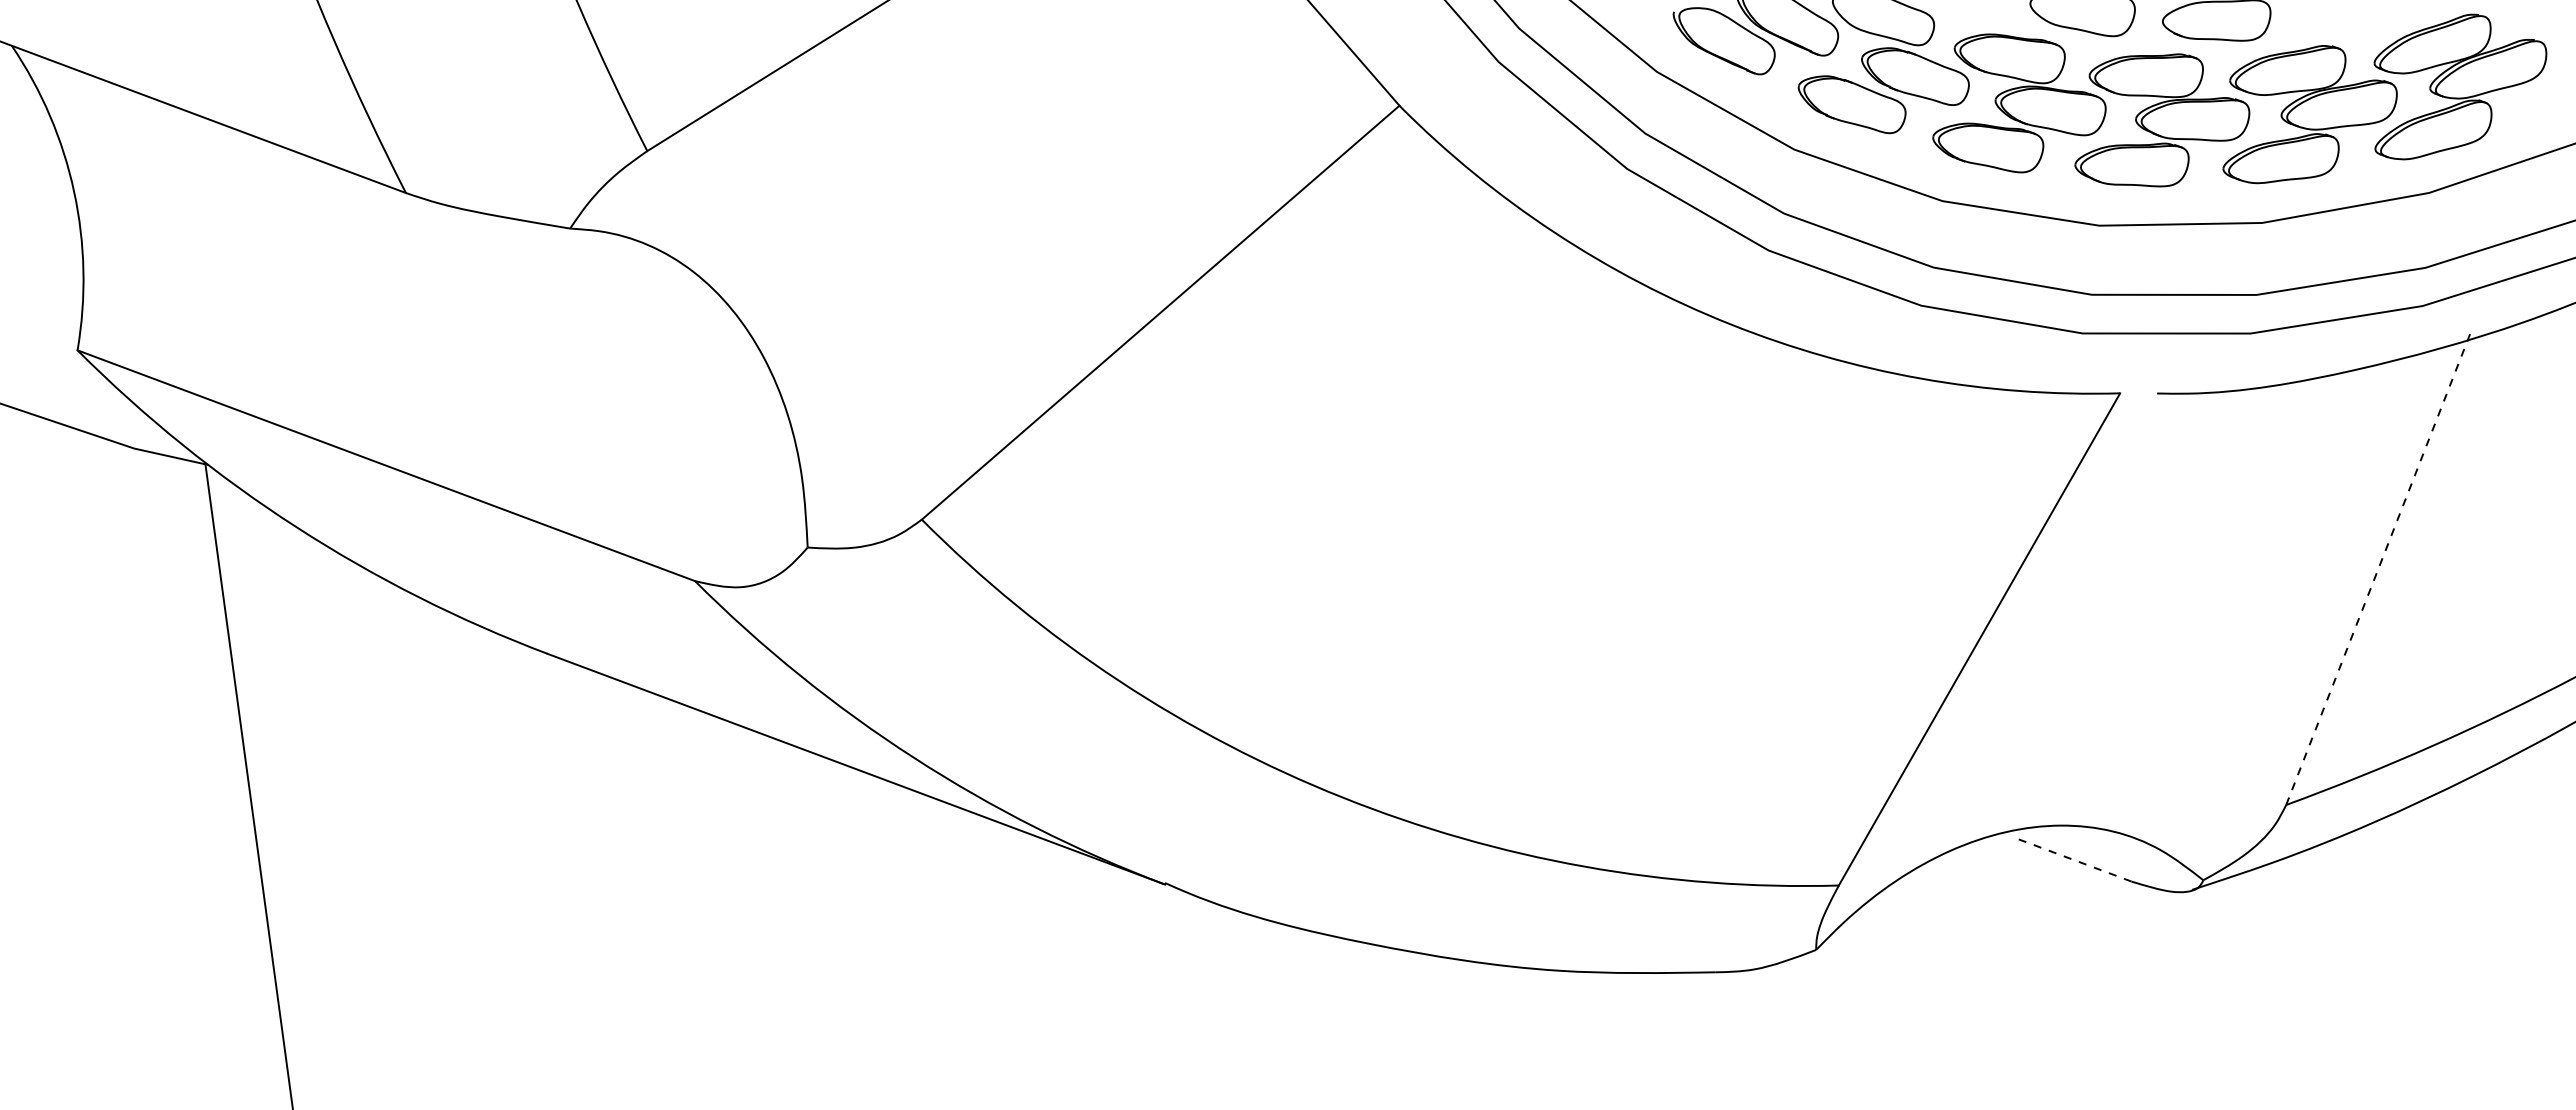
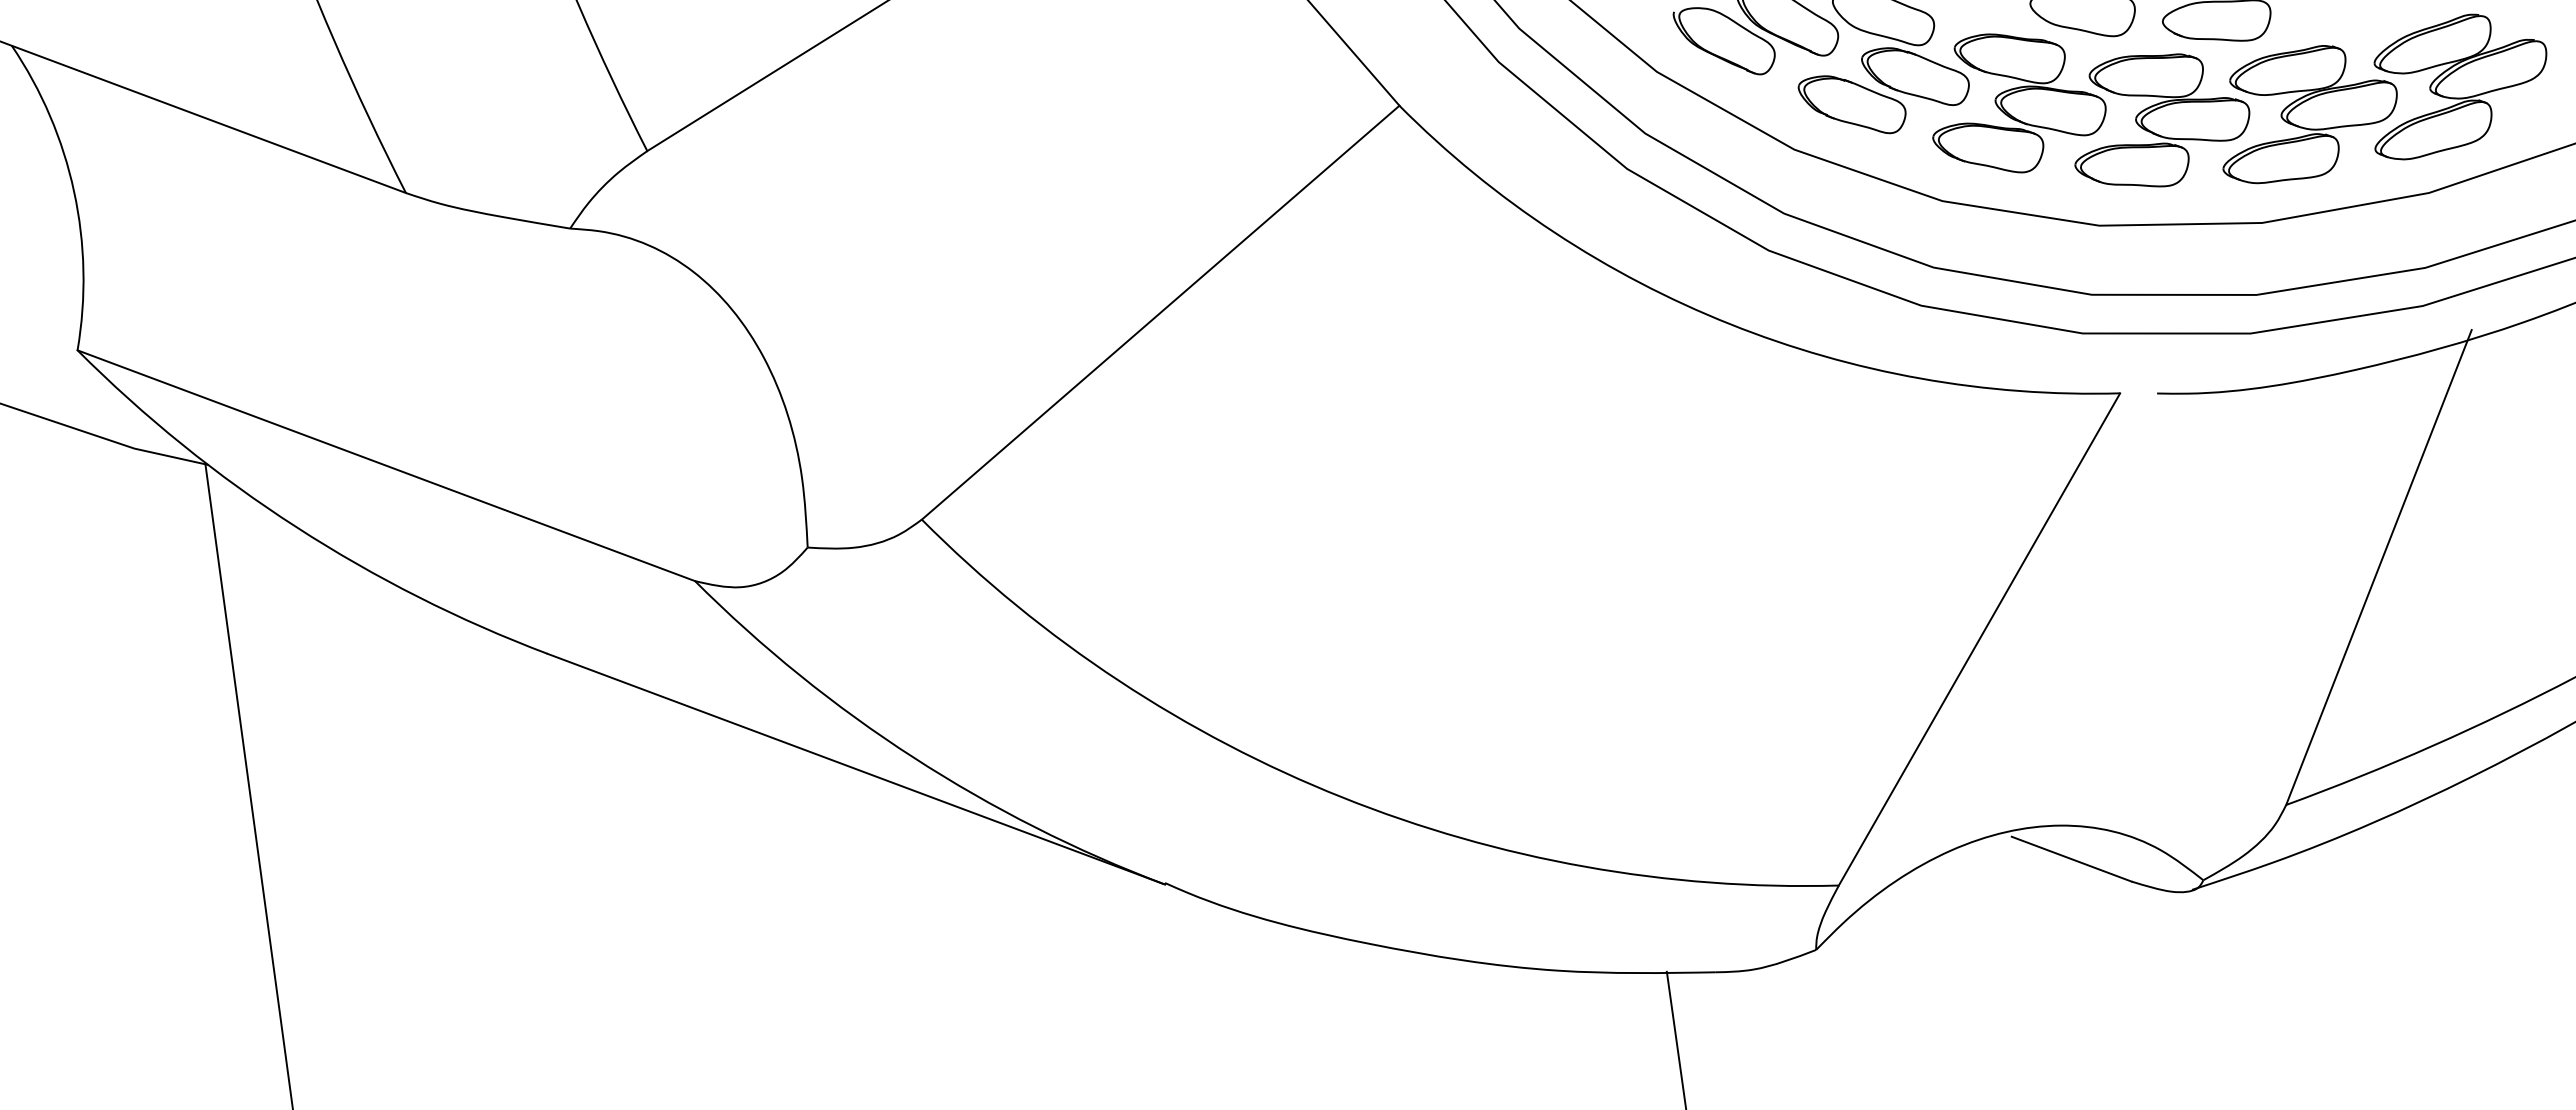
line at (2378, 567): dashed -> solid
line at (2071, 859): dashed -> solid
line at (1675, 1038): none -> present
